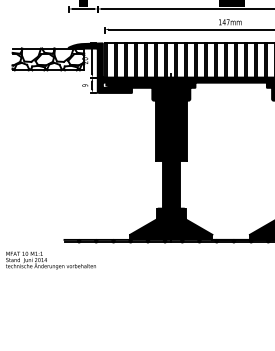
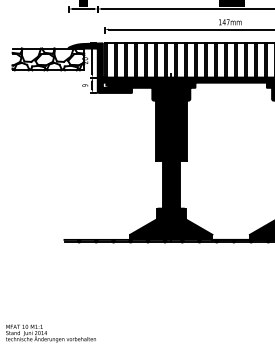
text at (50, 260) position: (50, 260) -> (50, 333)
